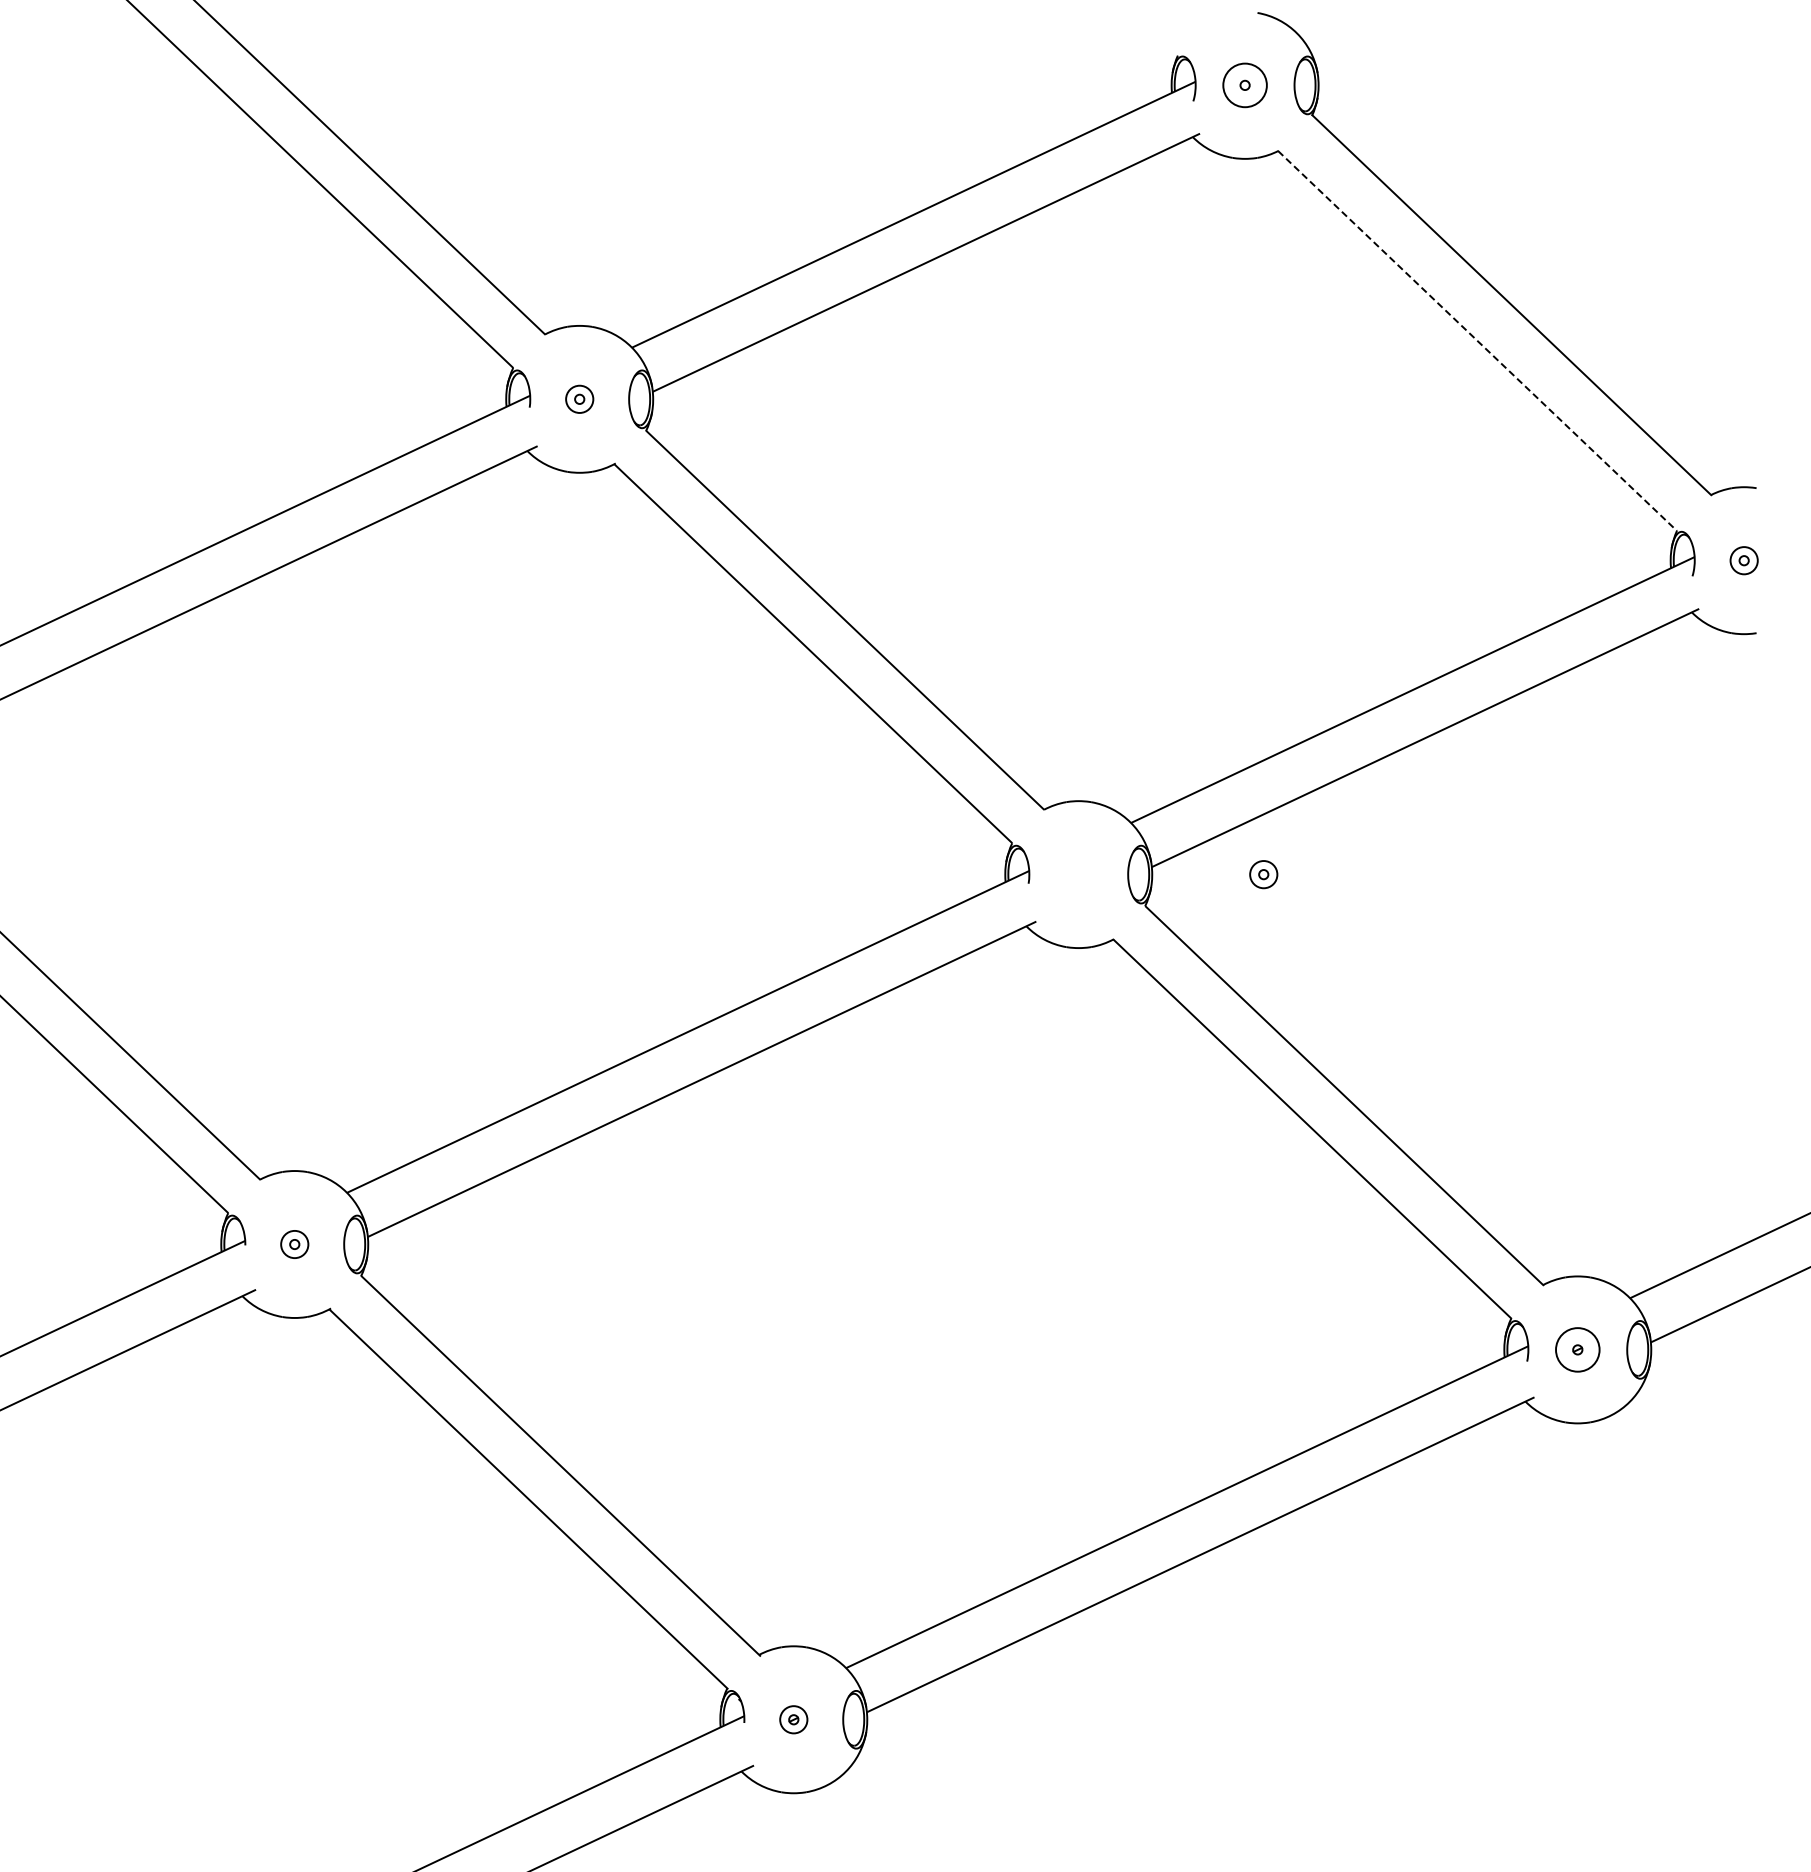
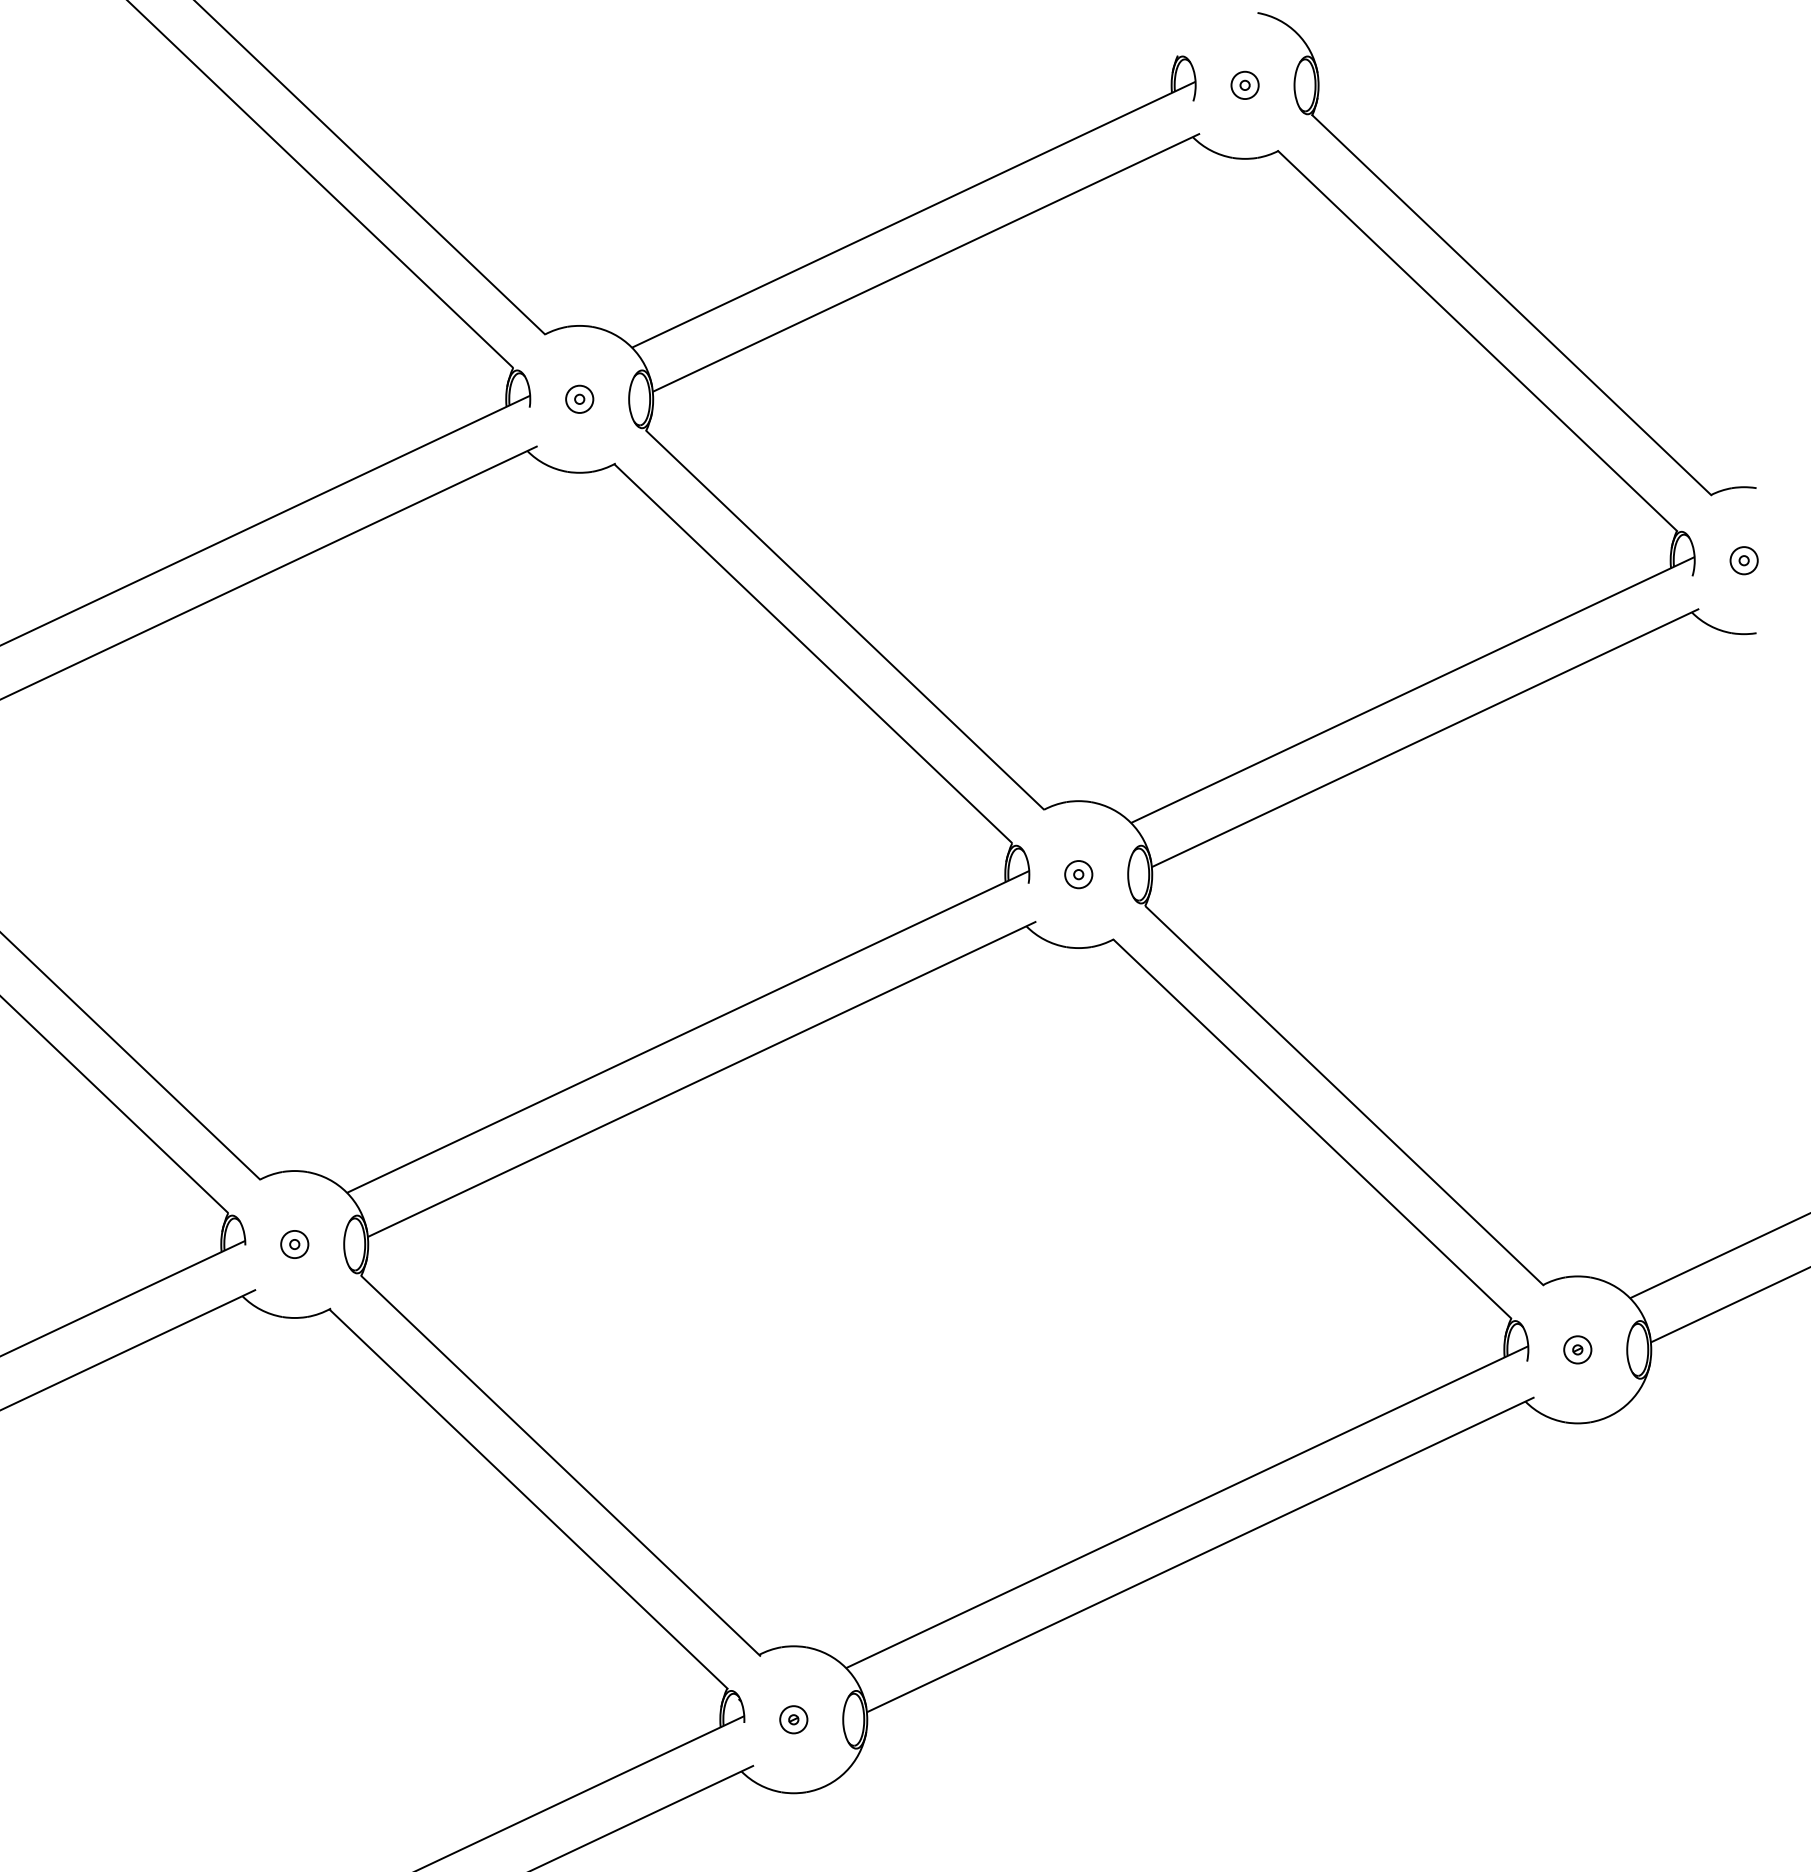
circle at (1244, 85) diameter: 44 px -> 27 px
line at (1477, 341): dashed -> solid
part at (1263, 874) position: (1263, 874) -> (1078, 874)
circle at (1577, 1349) diameter: 44 px -> 27 px
